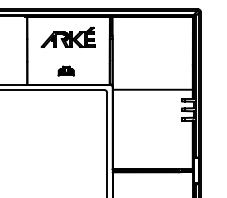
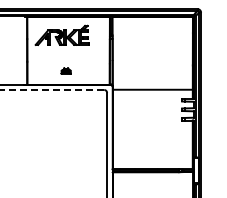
part at (67, 36) position: (67, 36) -> (61, 34)
part at (65, 70) size: 18x12 px -> 12x8 px
line at (52, 89): solid -> dashed
